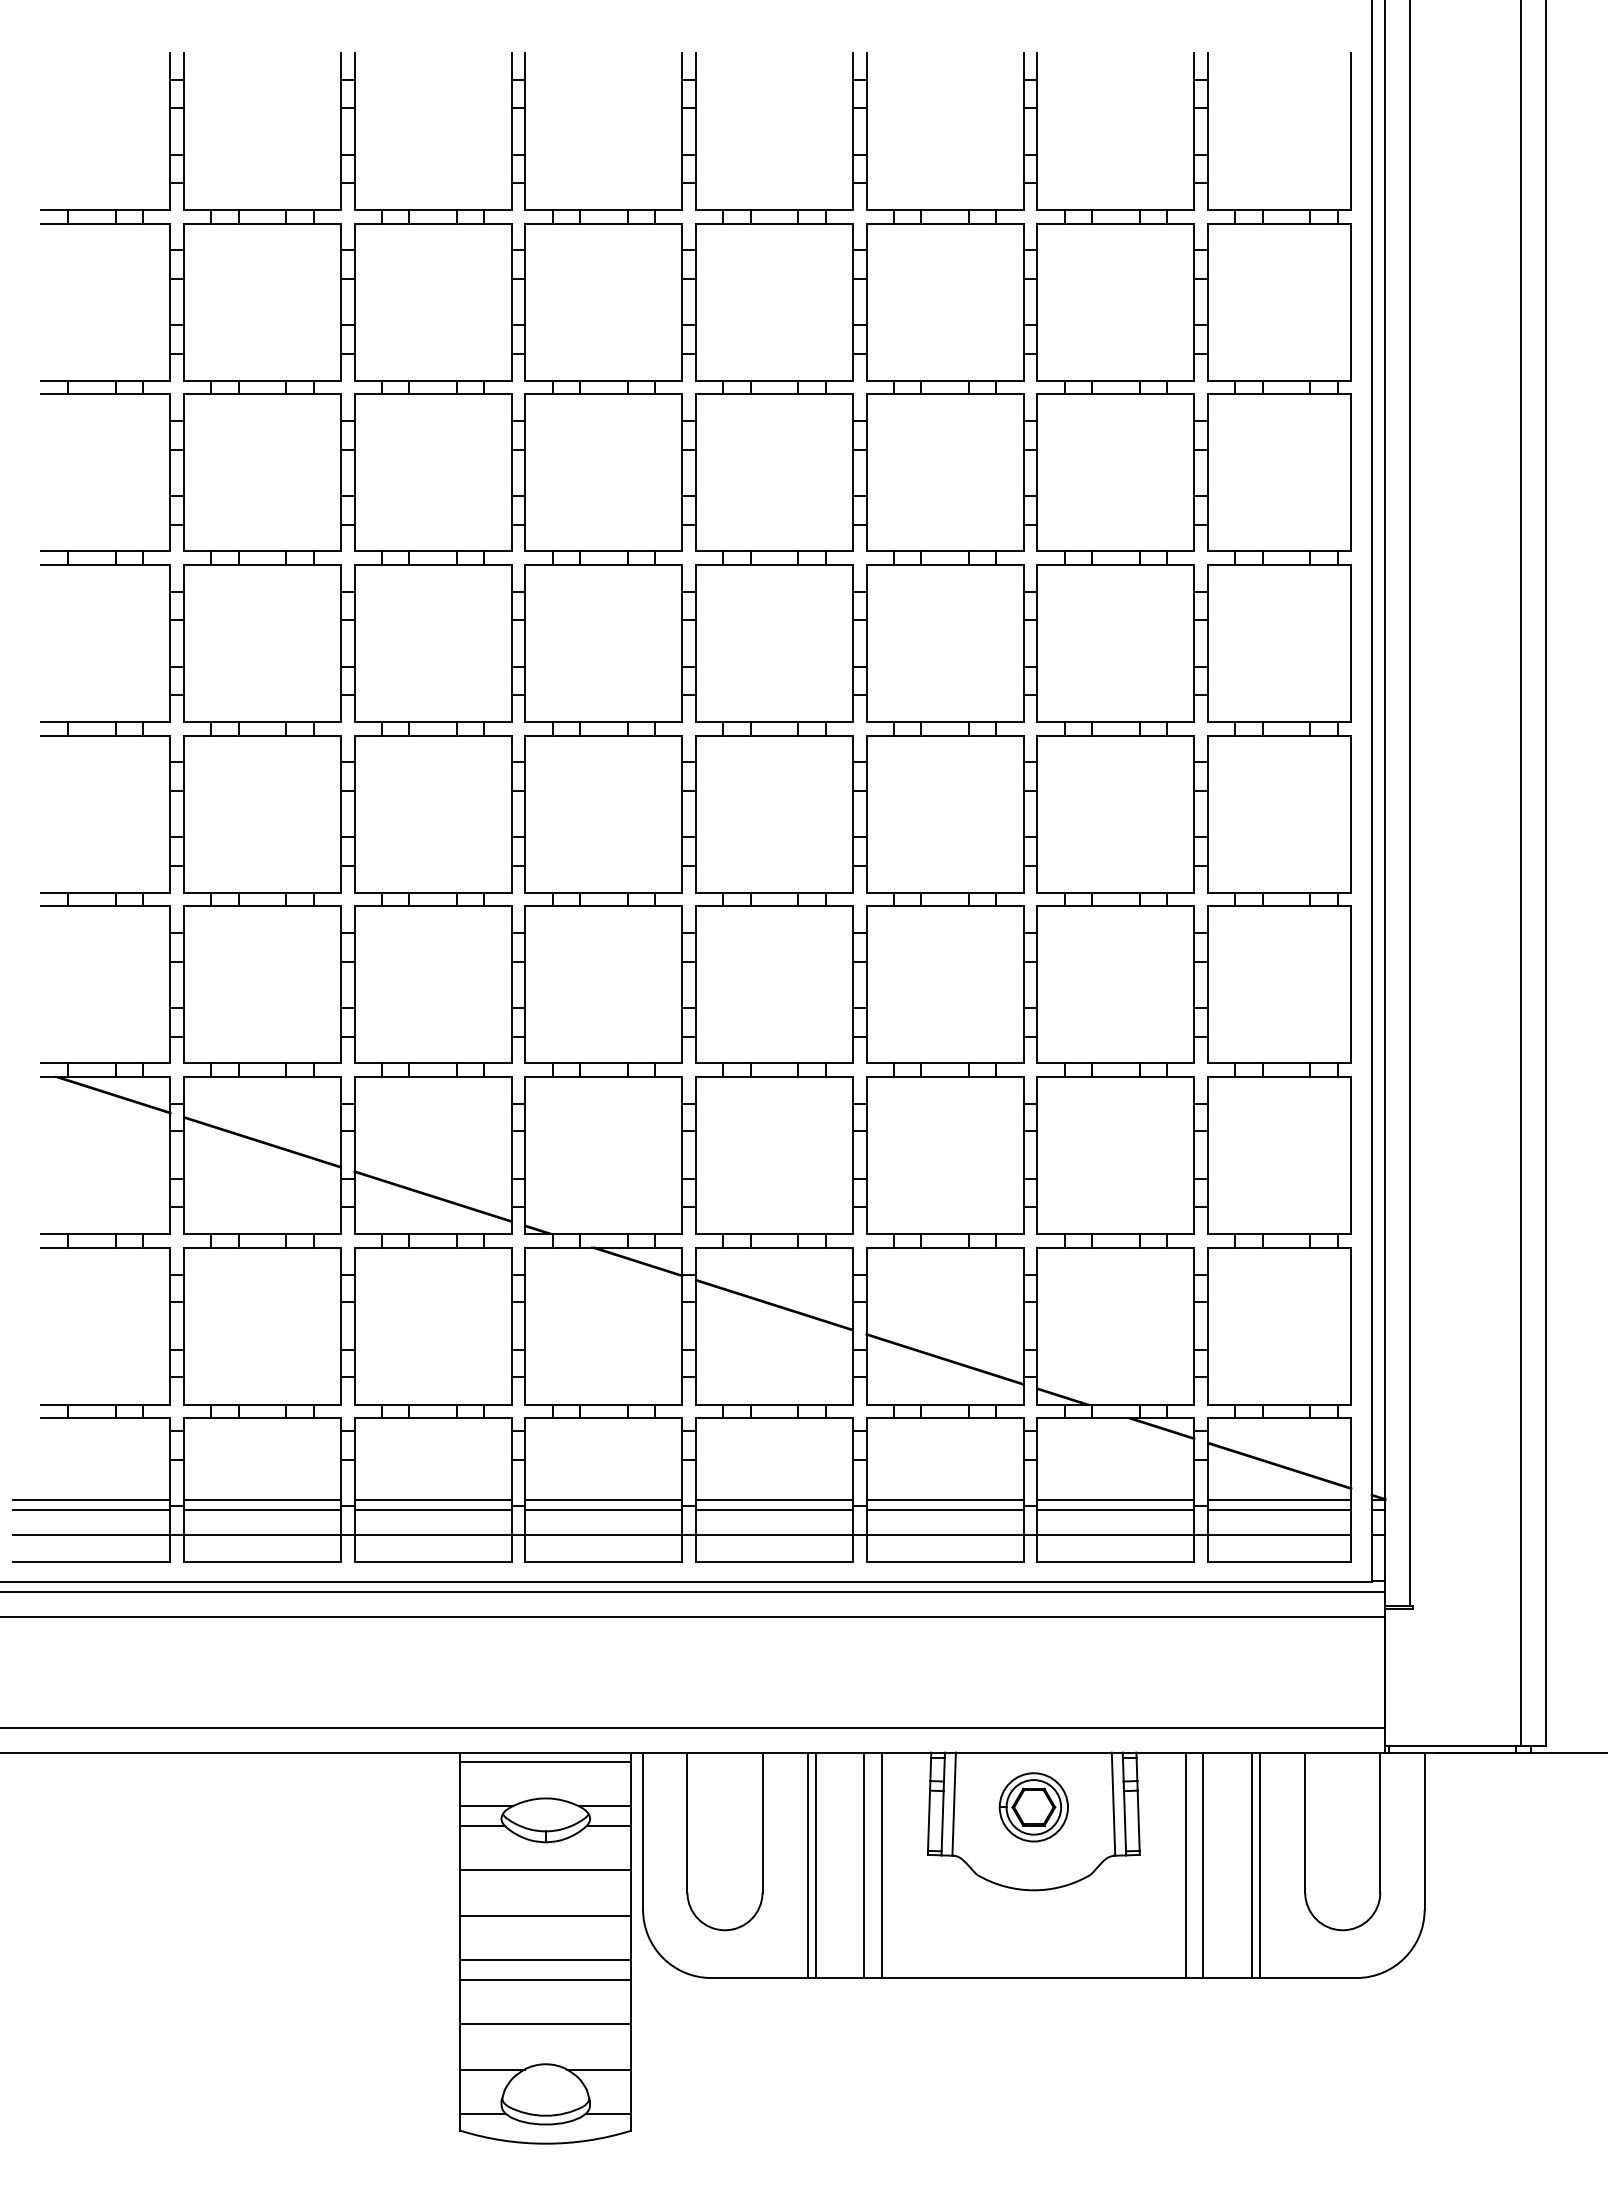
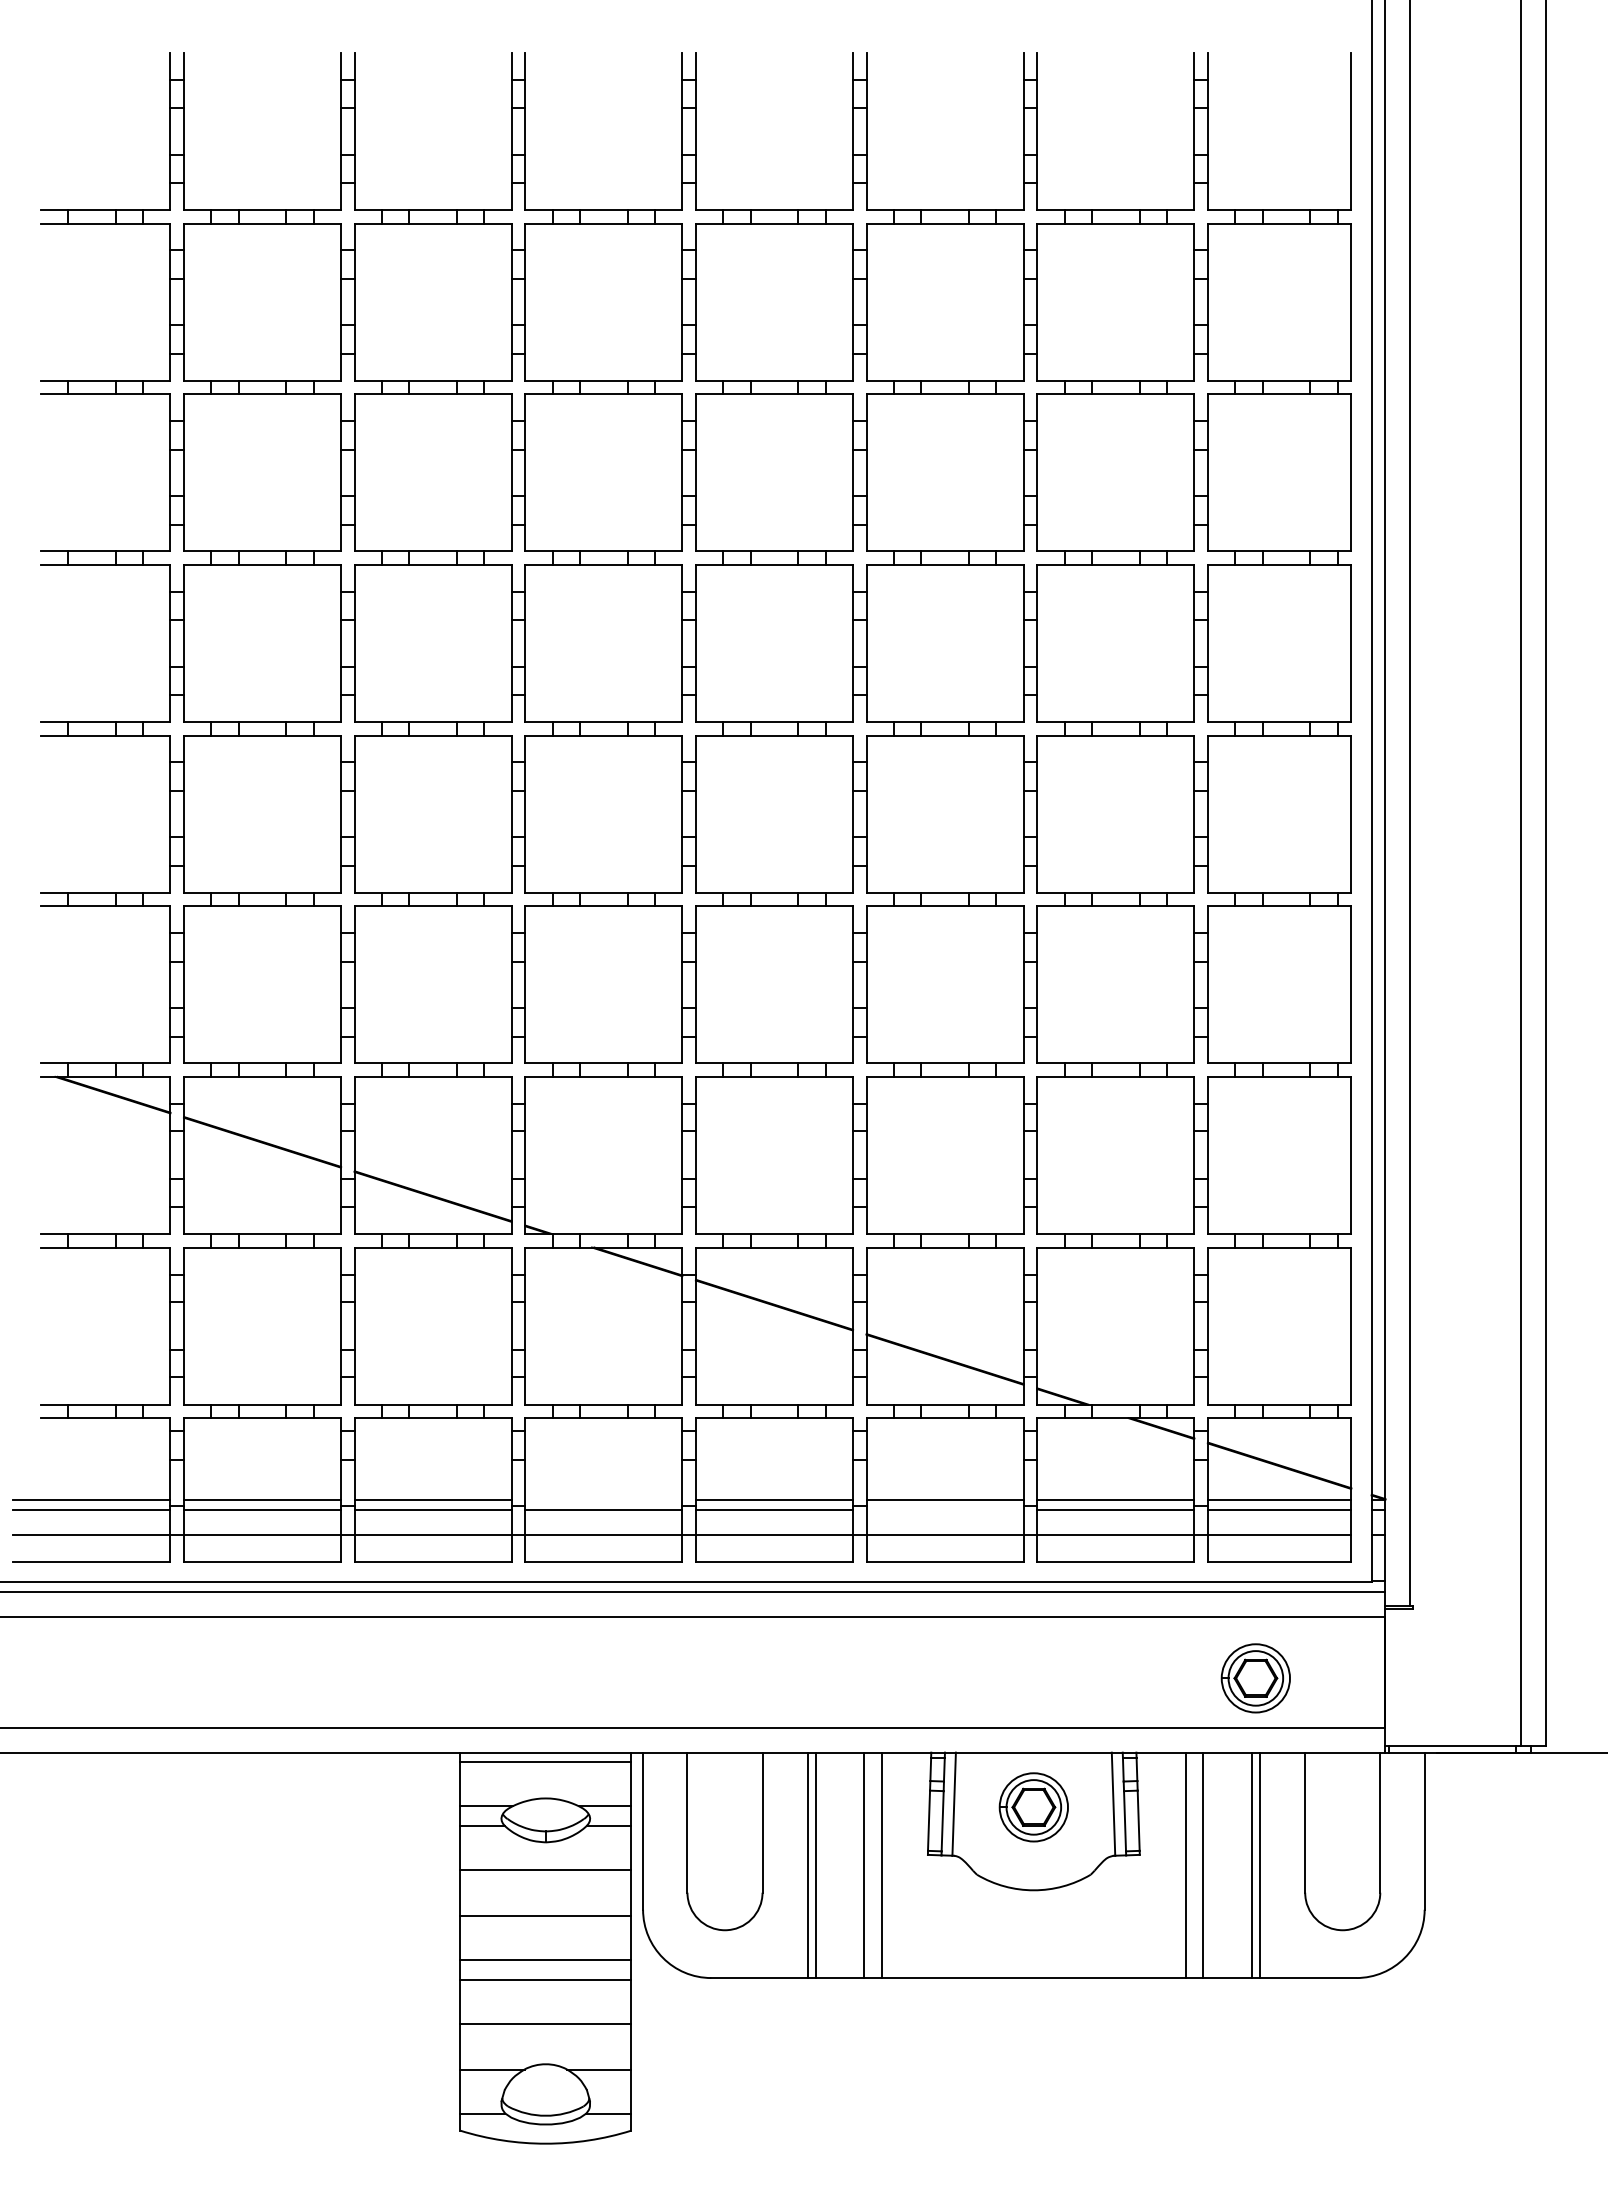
line at (603, 1500): present -> none
line at (944, 1510): present -> none
part at (1255, 1678): none -> present
